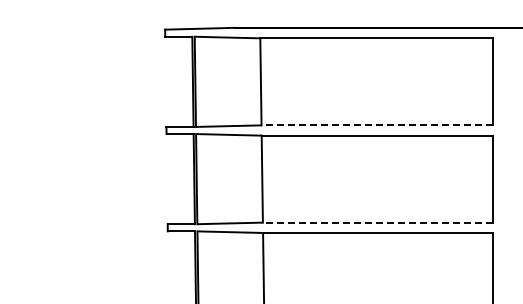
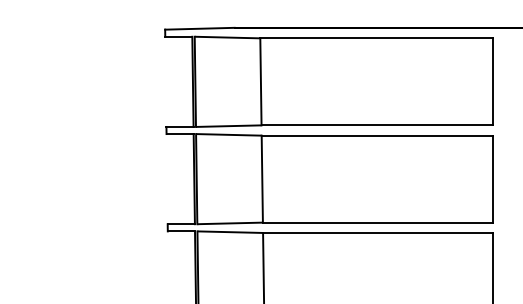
line at (377, 125): dashed -> solid
line at (377, 222): dashed -> solid
